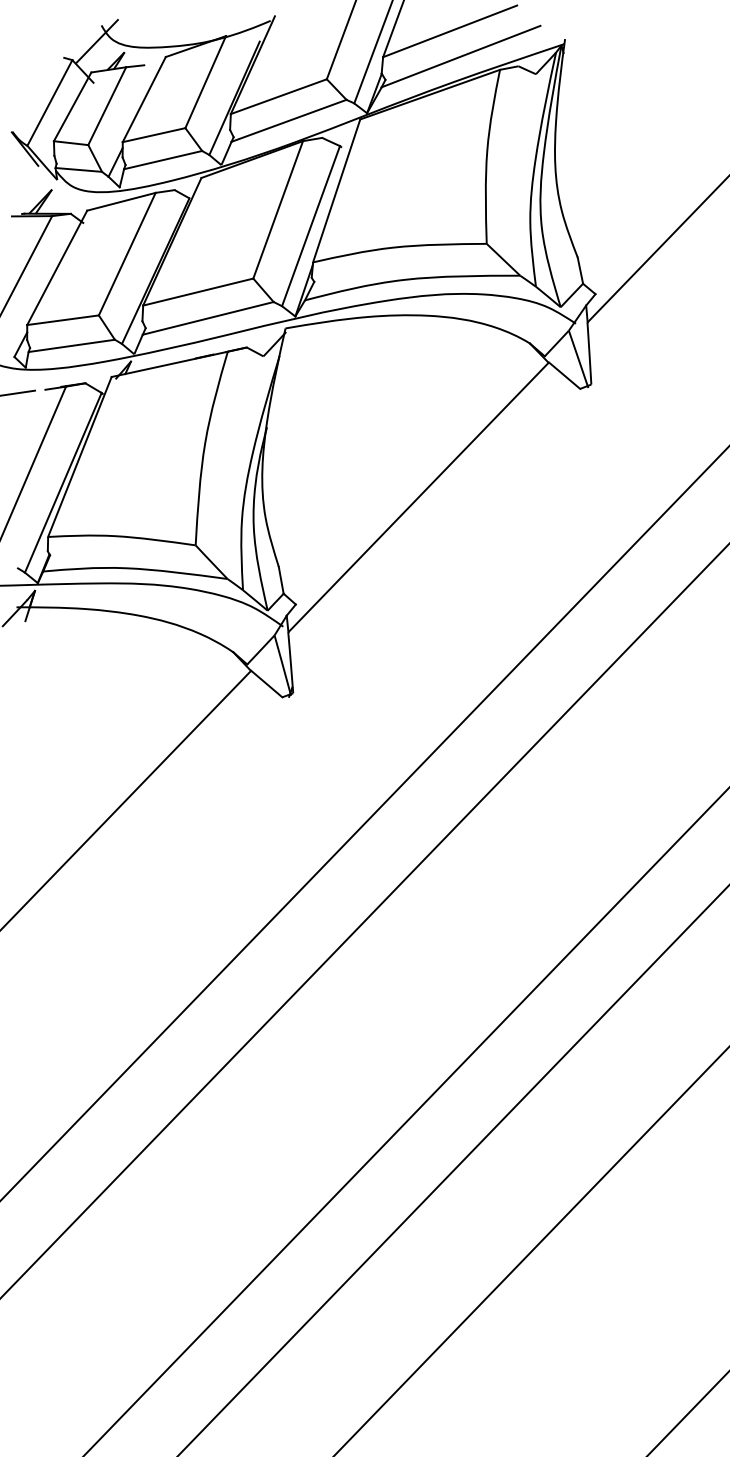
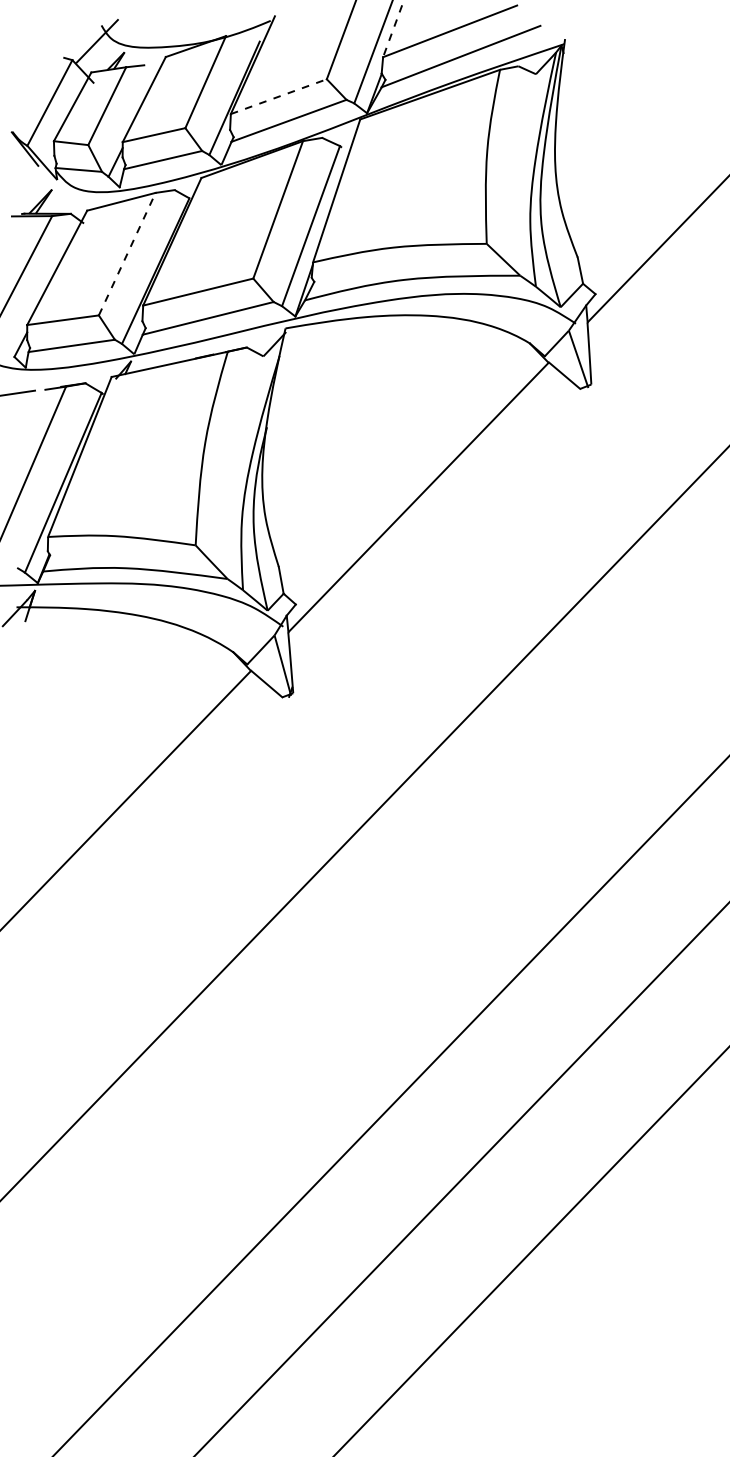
line at (393, 29): solid -> dashed
line at (279, 96): solid -> dashed
line at (127, 254): solid -> dashed
line at (364, 921): present -> none
line at (406, 1121) position: (406, 1121) -> (390, 1105)
line at (453, 1170) position: (453, 1170) -> (461, 1178)
line at (687, 1413): present -> none
